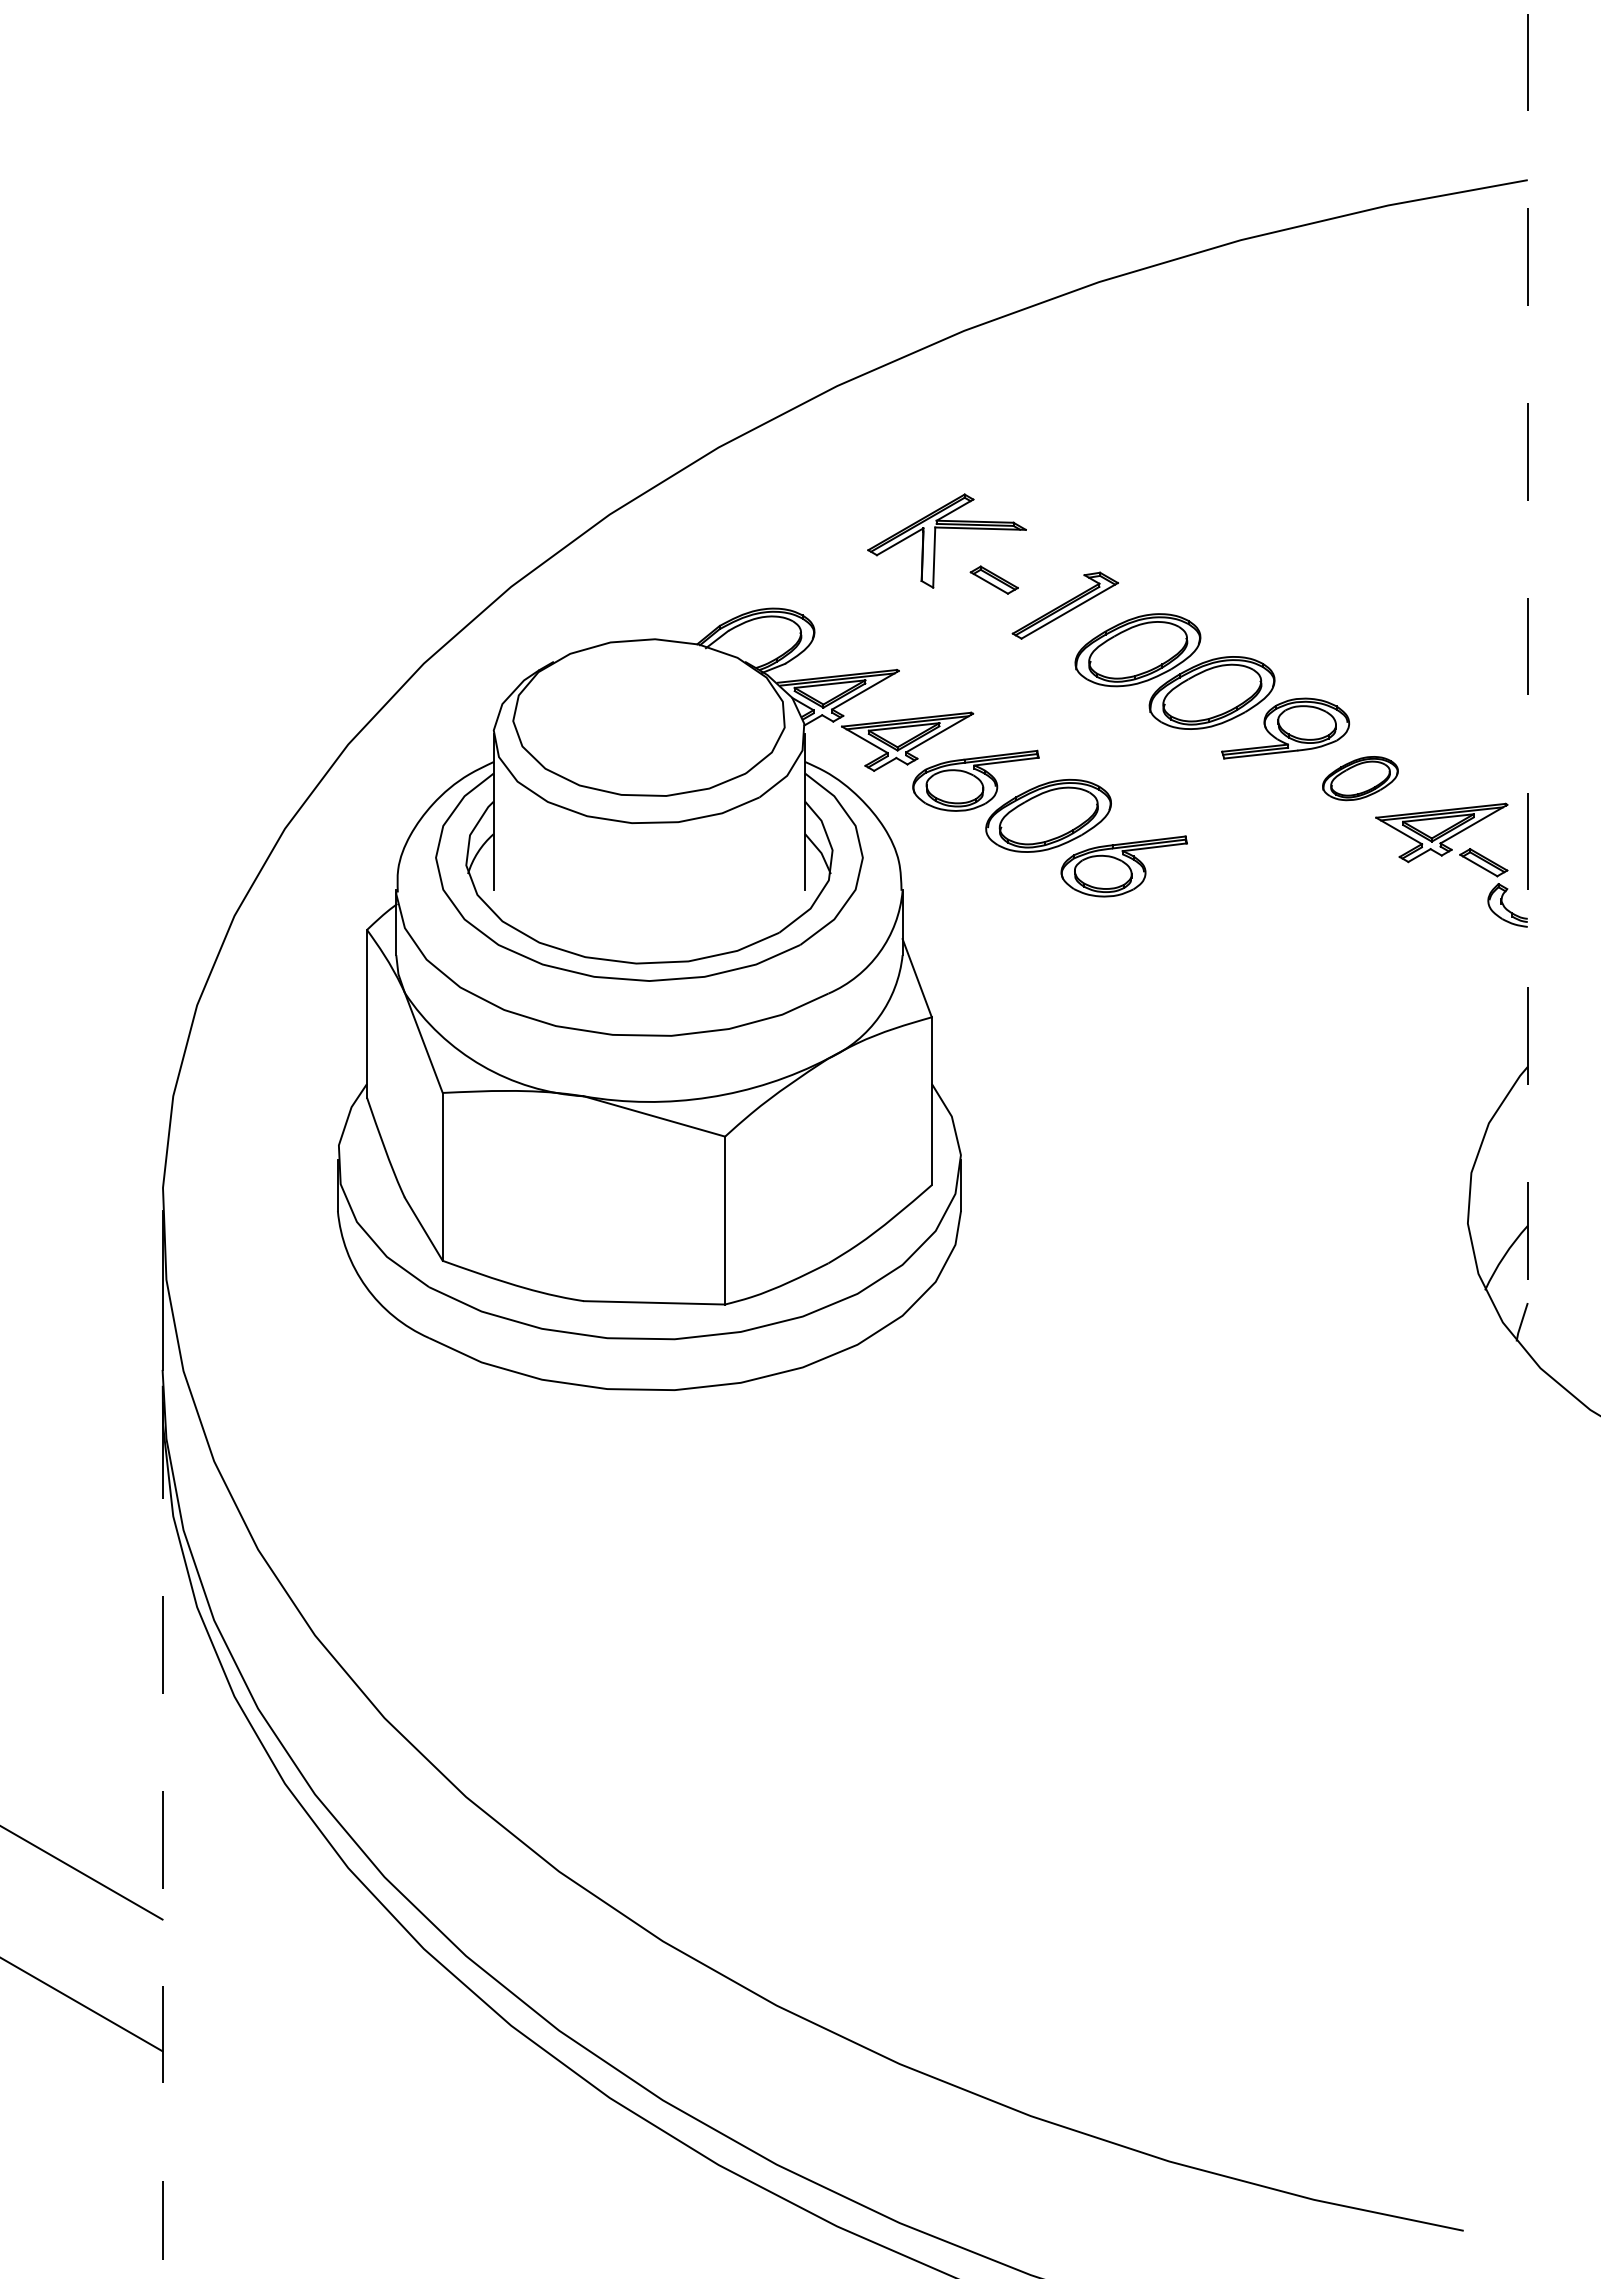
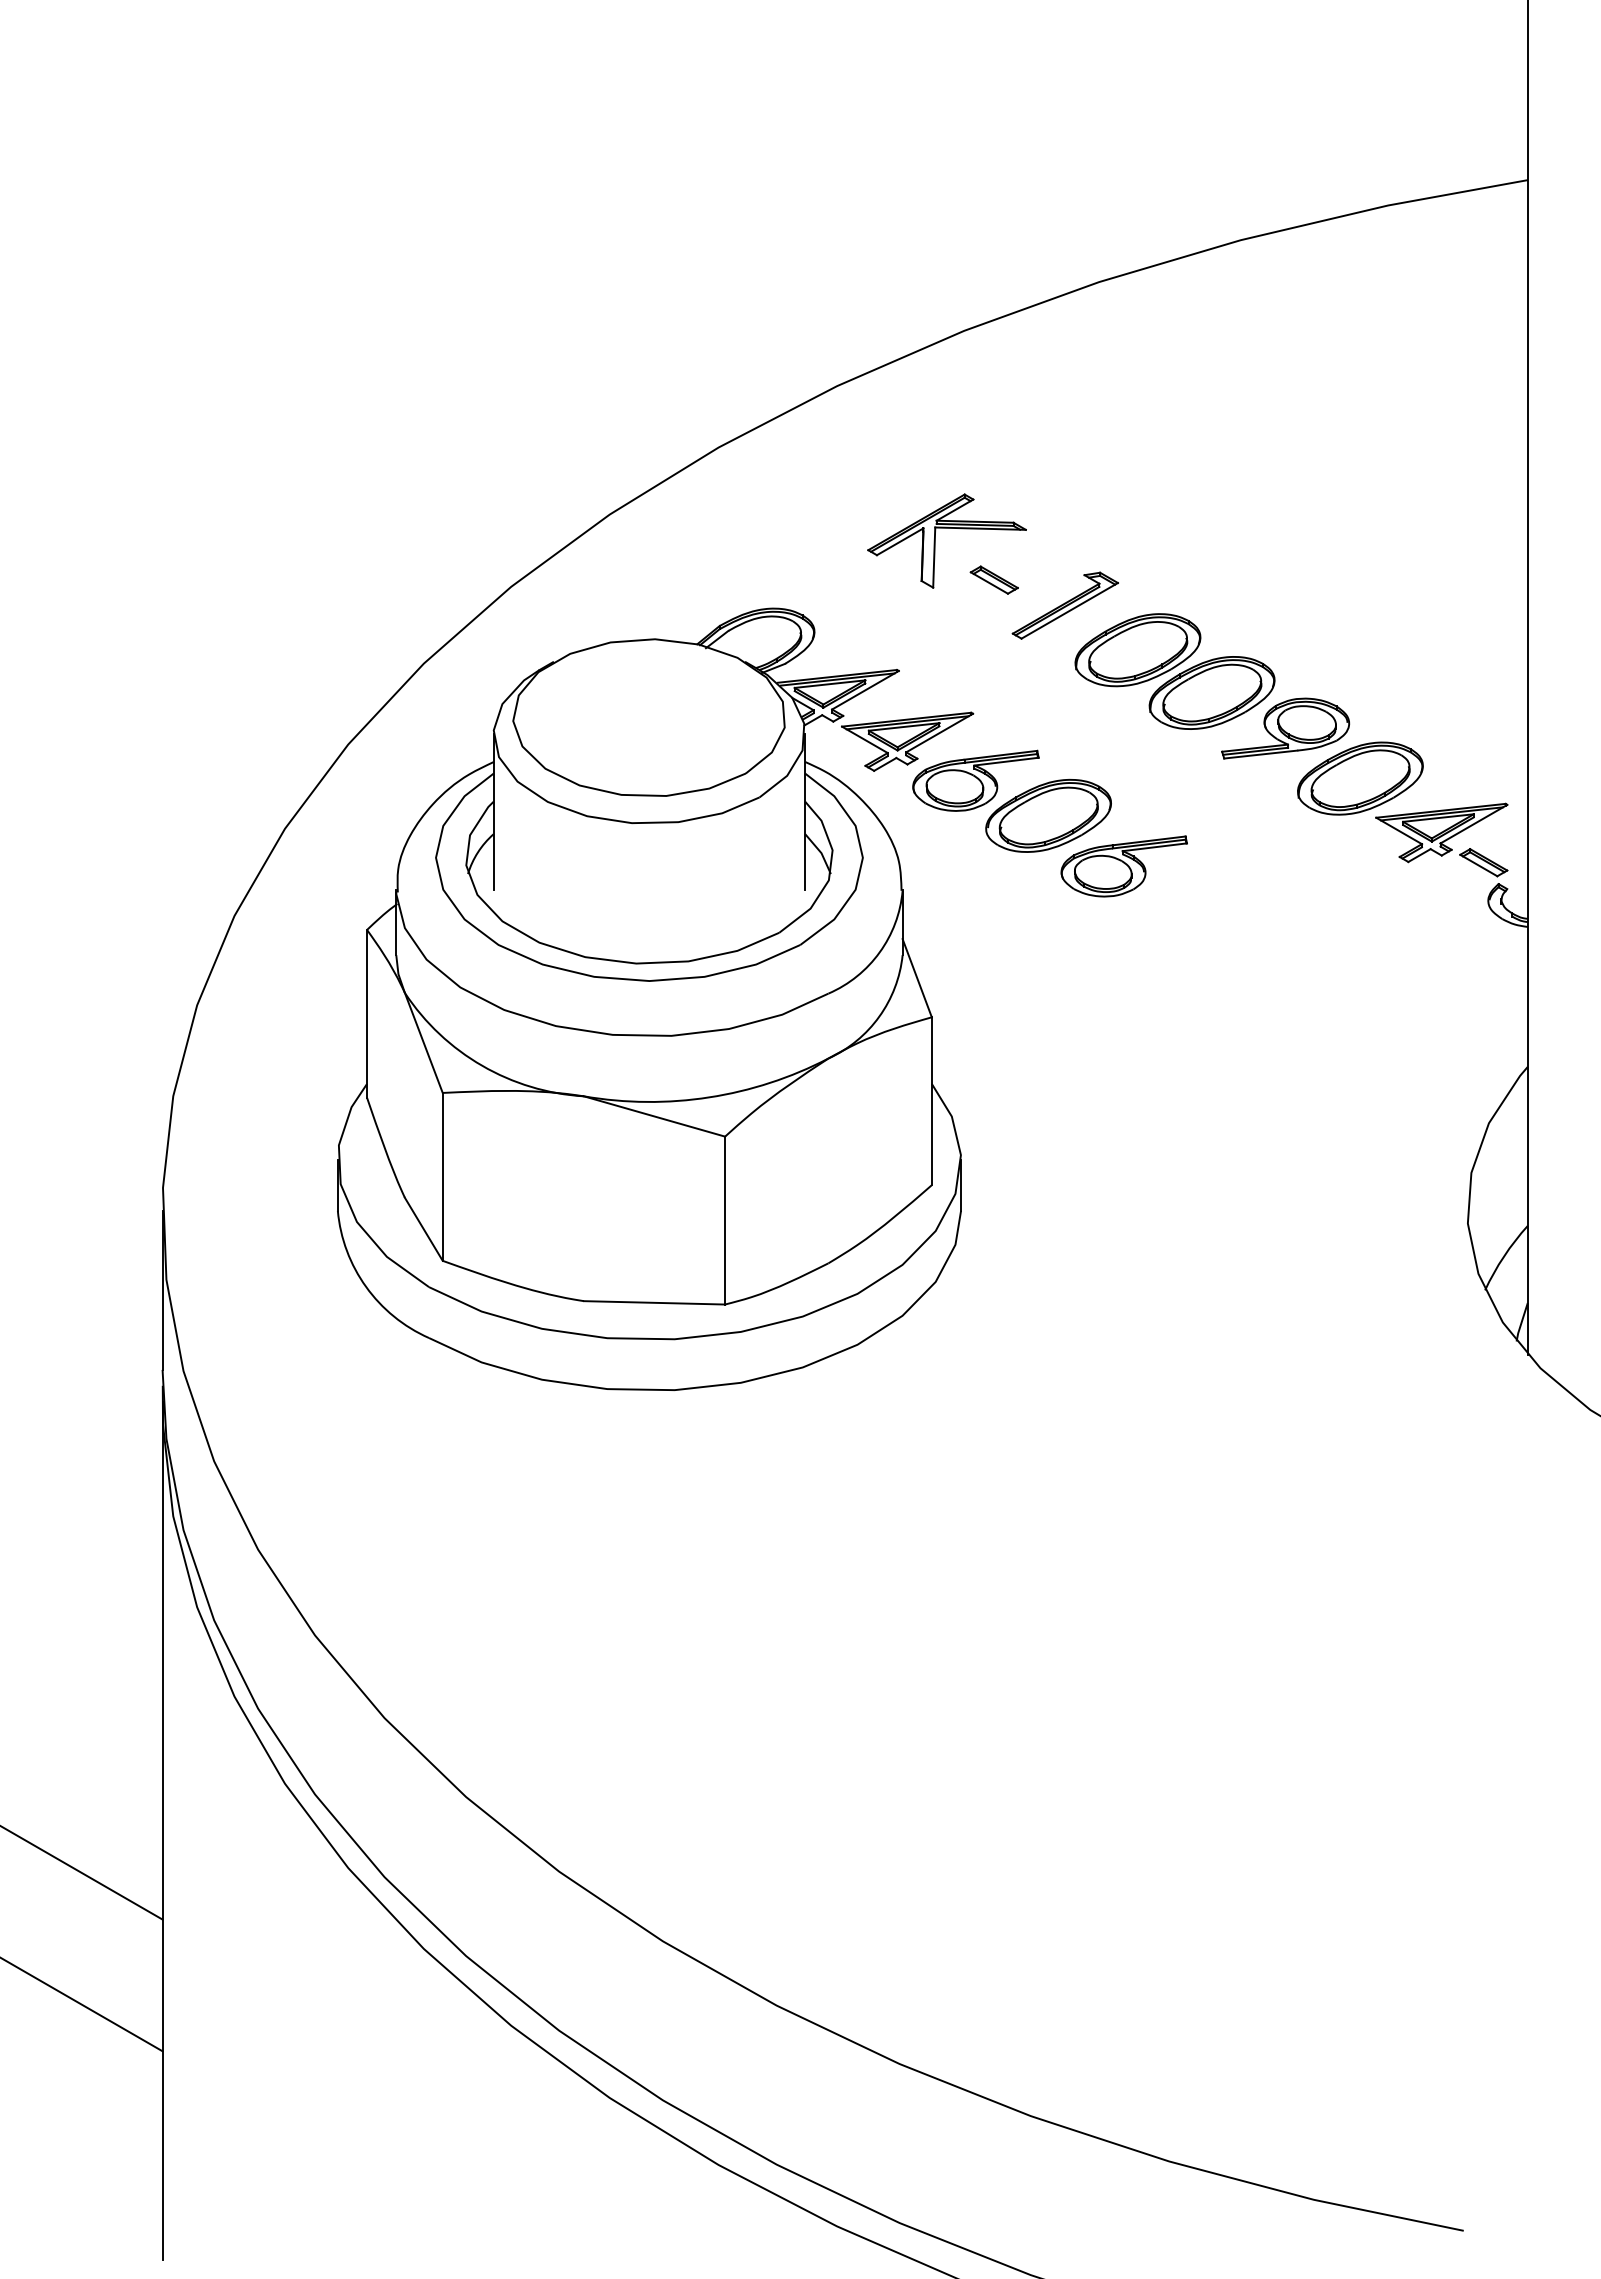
line at (1527, 677): dashed -> solid
part at (1360, 778) size: 77x46 px -> 127x75 px
line at (162, 1831): dashed -> solid
